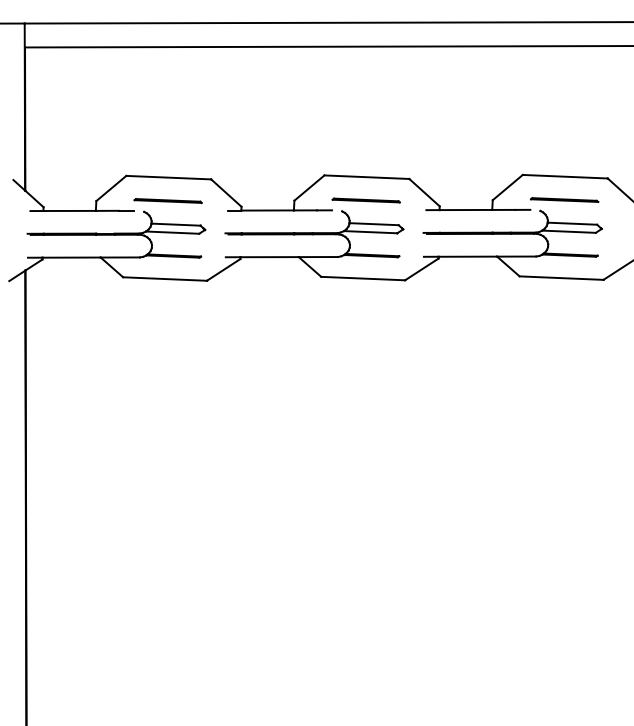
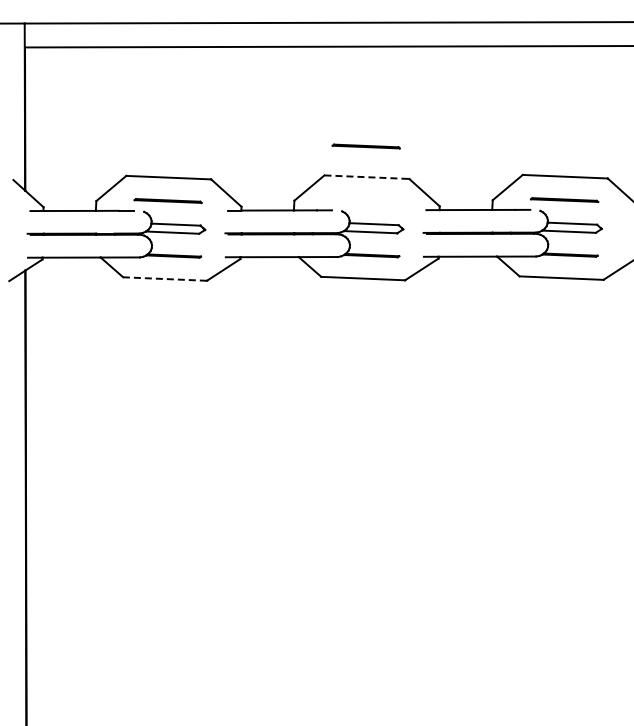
line at (367, 177): solid -> dashed
line at (365, 200) position: (365, 200) -> (365, 146)
line at (165, 279): solid -> dashed
